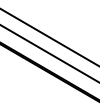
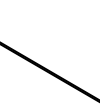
line at (49, 36): present -> none
line at (49, 53): present -> none
